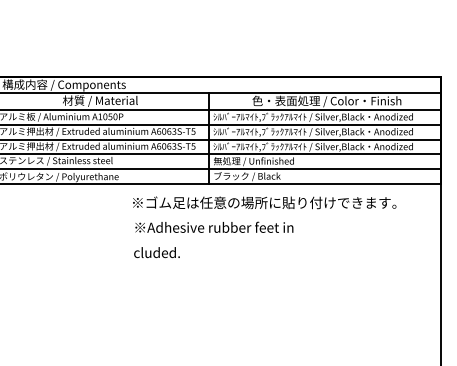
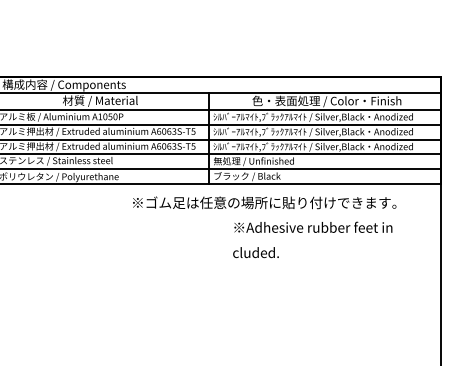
text at (213, 239) position: (213, 239) -> (312, 239)
